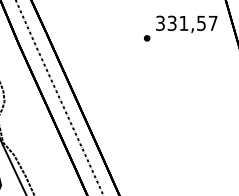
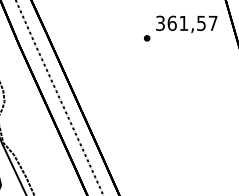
text at (171, 22): 331,57 -> 361,57
